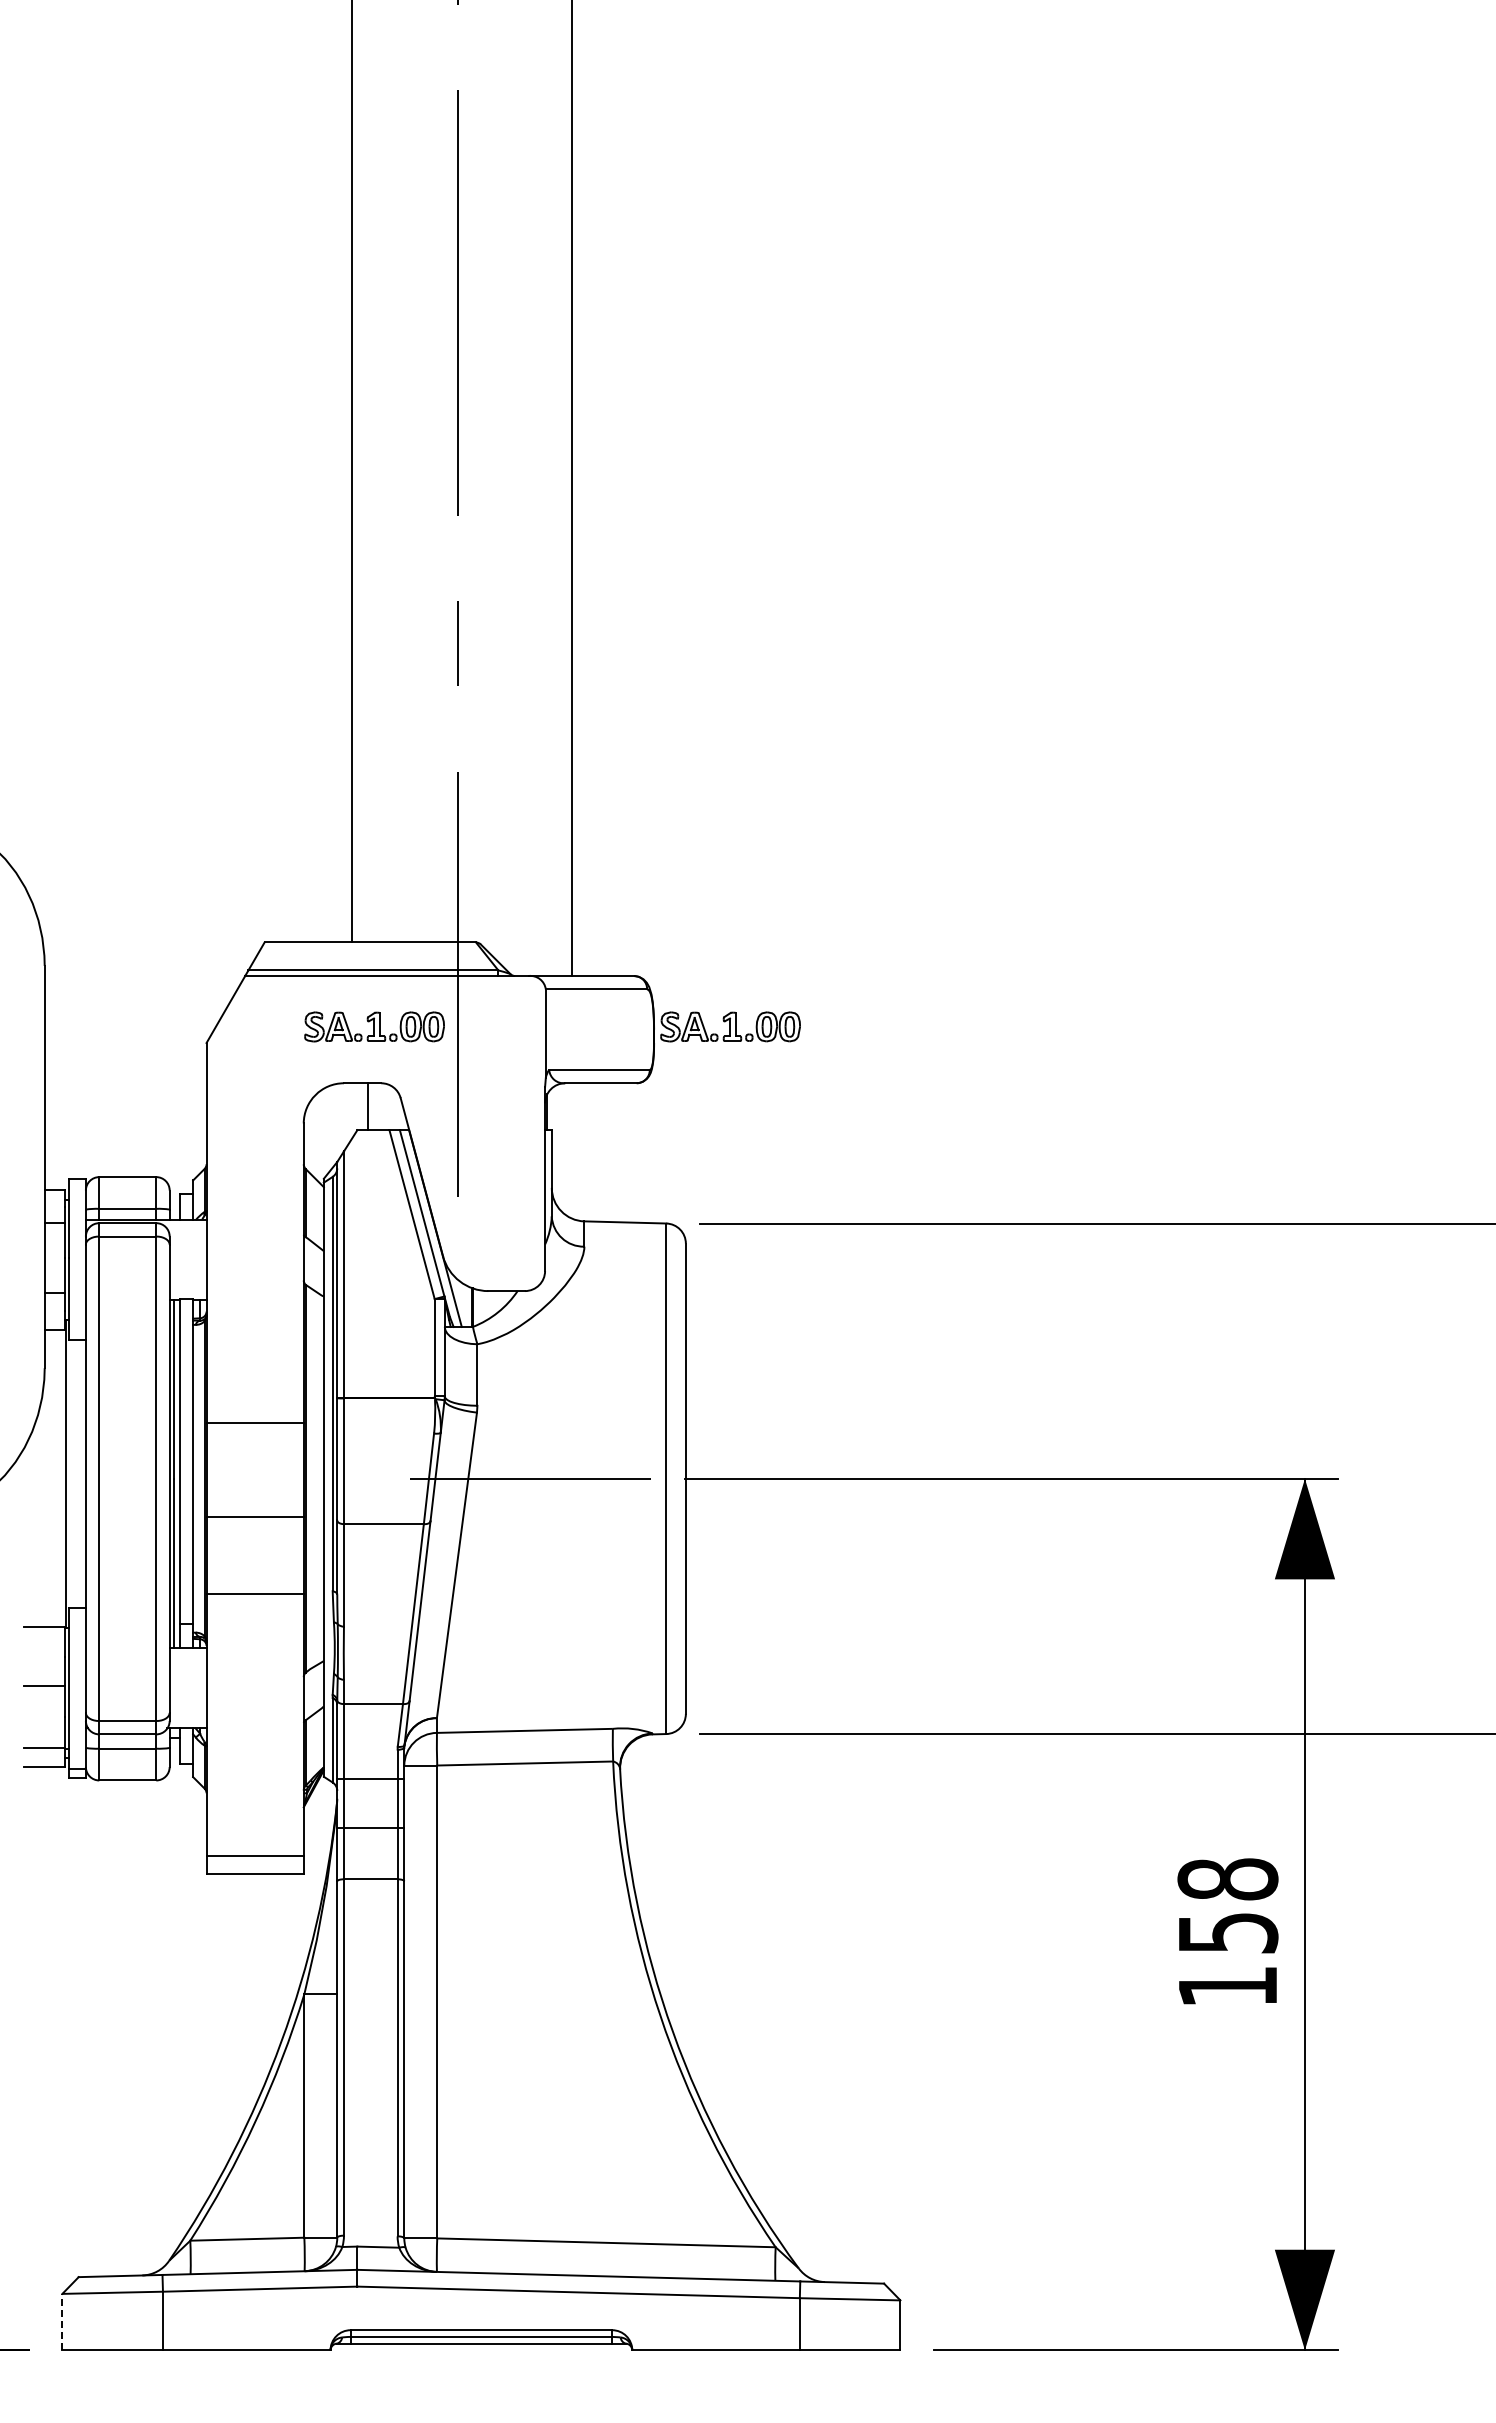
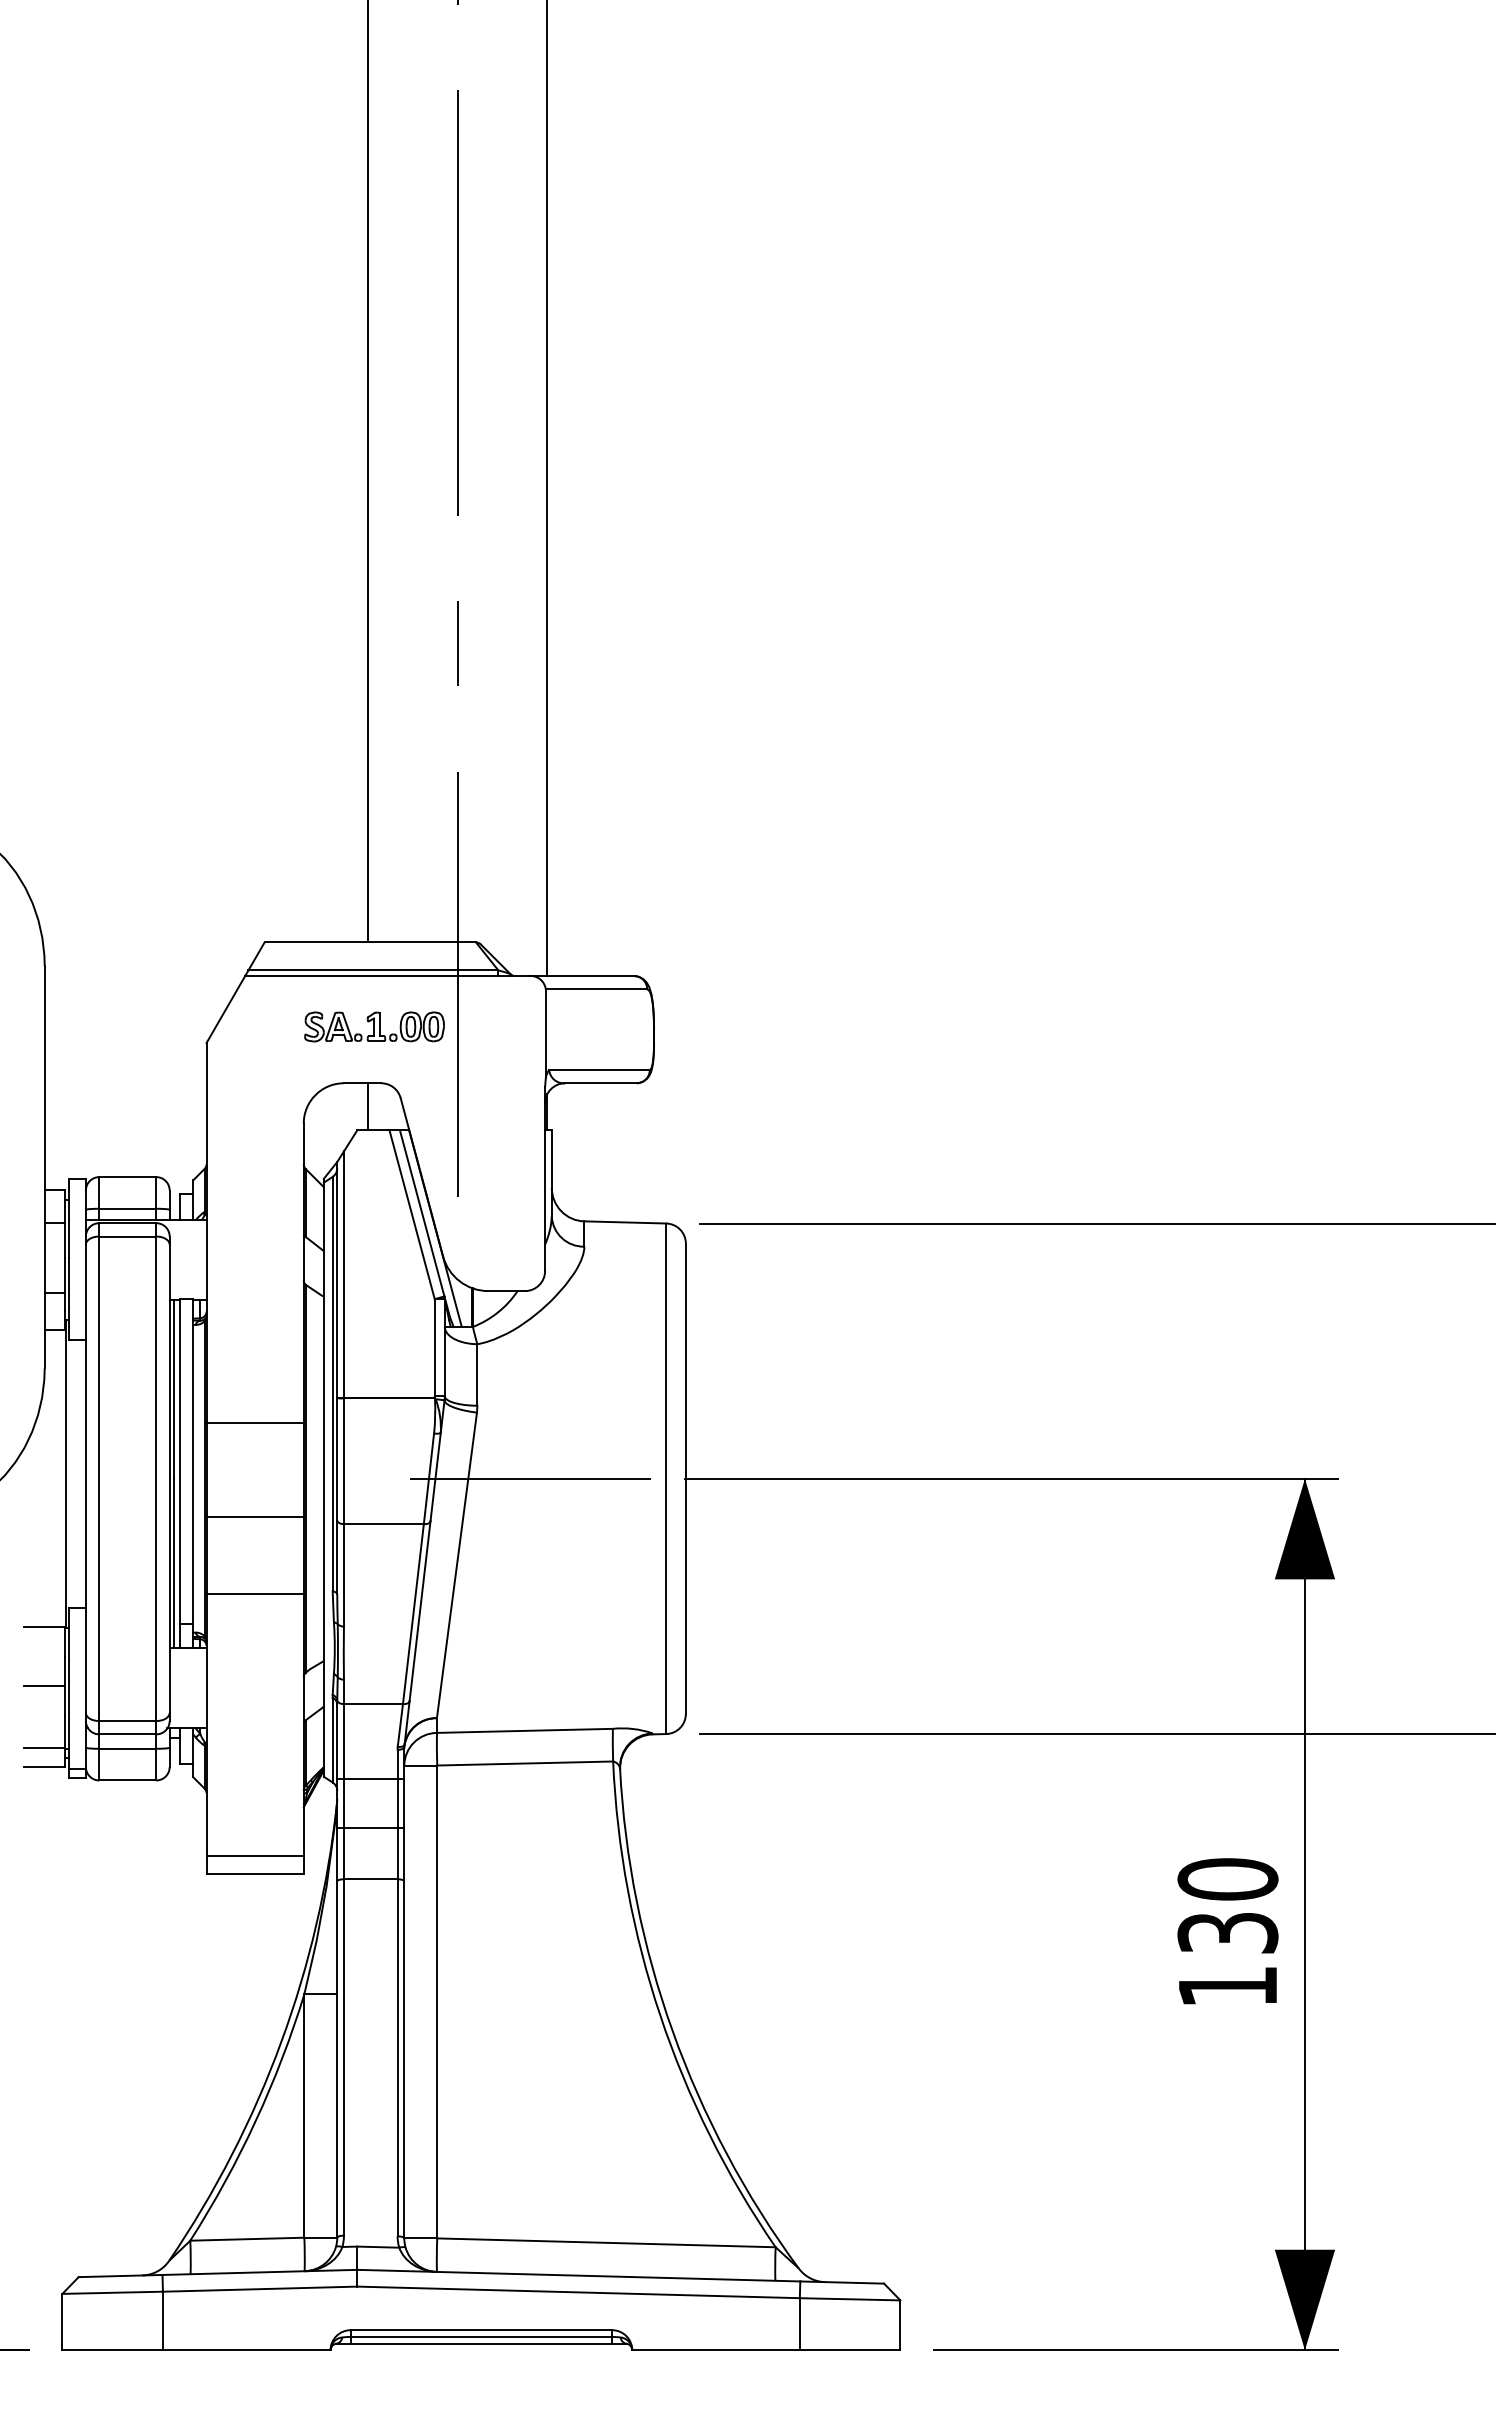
line at (352, 472) position: (352, 472) -> (368, 472)
line at (572, 489) position: (572, 489) -> (547, 489)
part at (730, 1026): present -> none
text at (1227, 1905): 158 -> 130
line at (62, 2321): dashed -> solid
